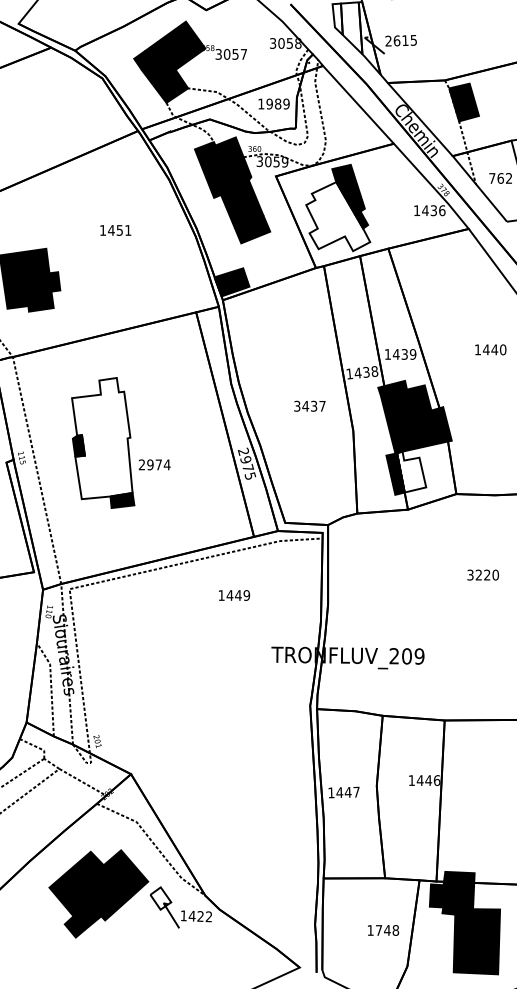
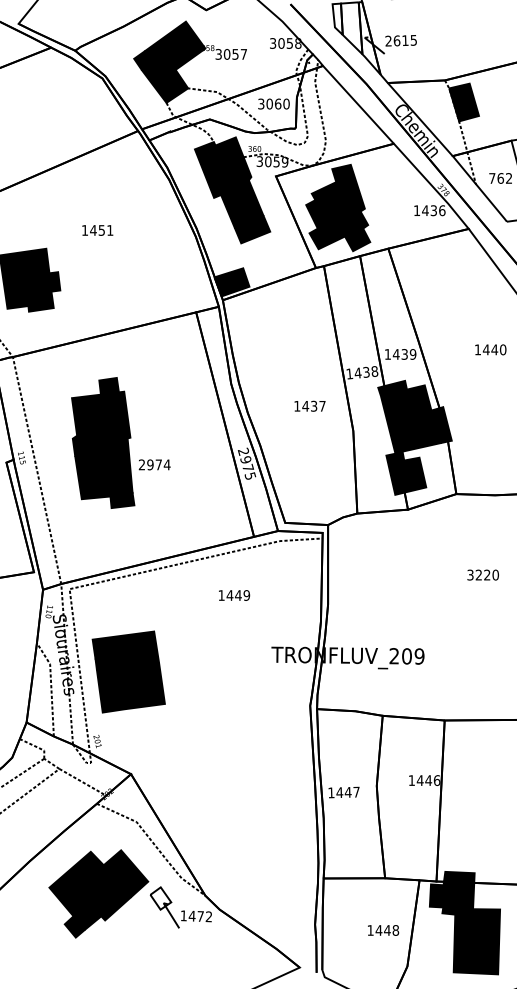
text at (273, 103): 1989 -> 3060
fill at (338, 216): none -> present
text at (115, 230) position: (115, 230) -> (97, 230)
text at (297, 405): 3437 -> 1437
fill at (102, 438): none -> present
fill at (411, 471): none -> present
part at (128, 671): none -> present
text at (200, 916): 1422 -> 1472
text at (378, 930): 1748 -> 1448
